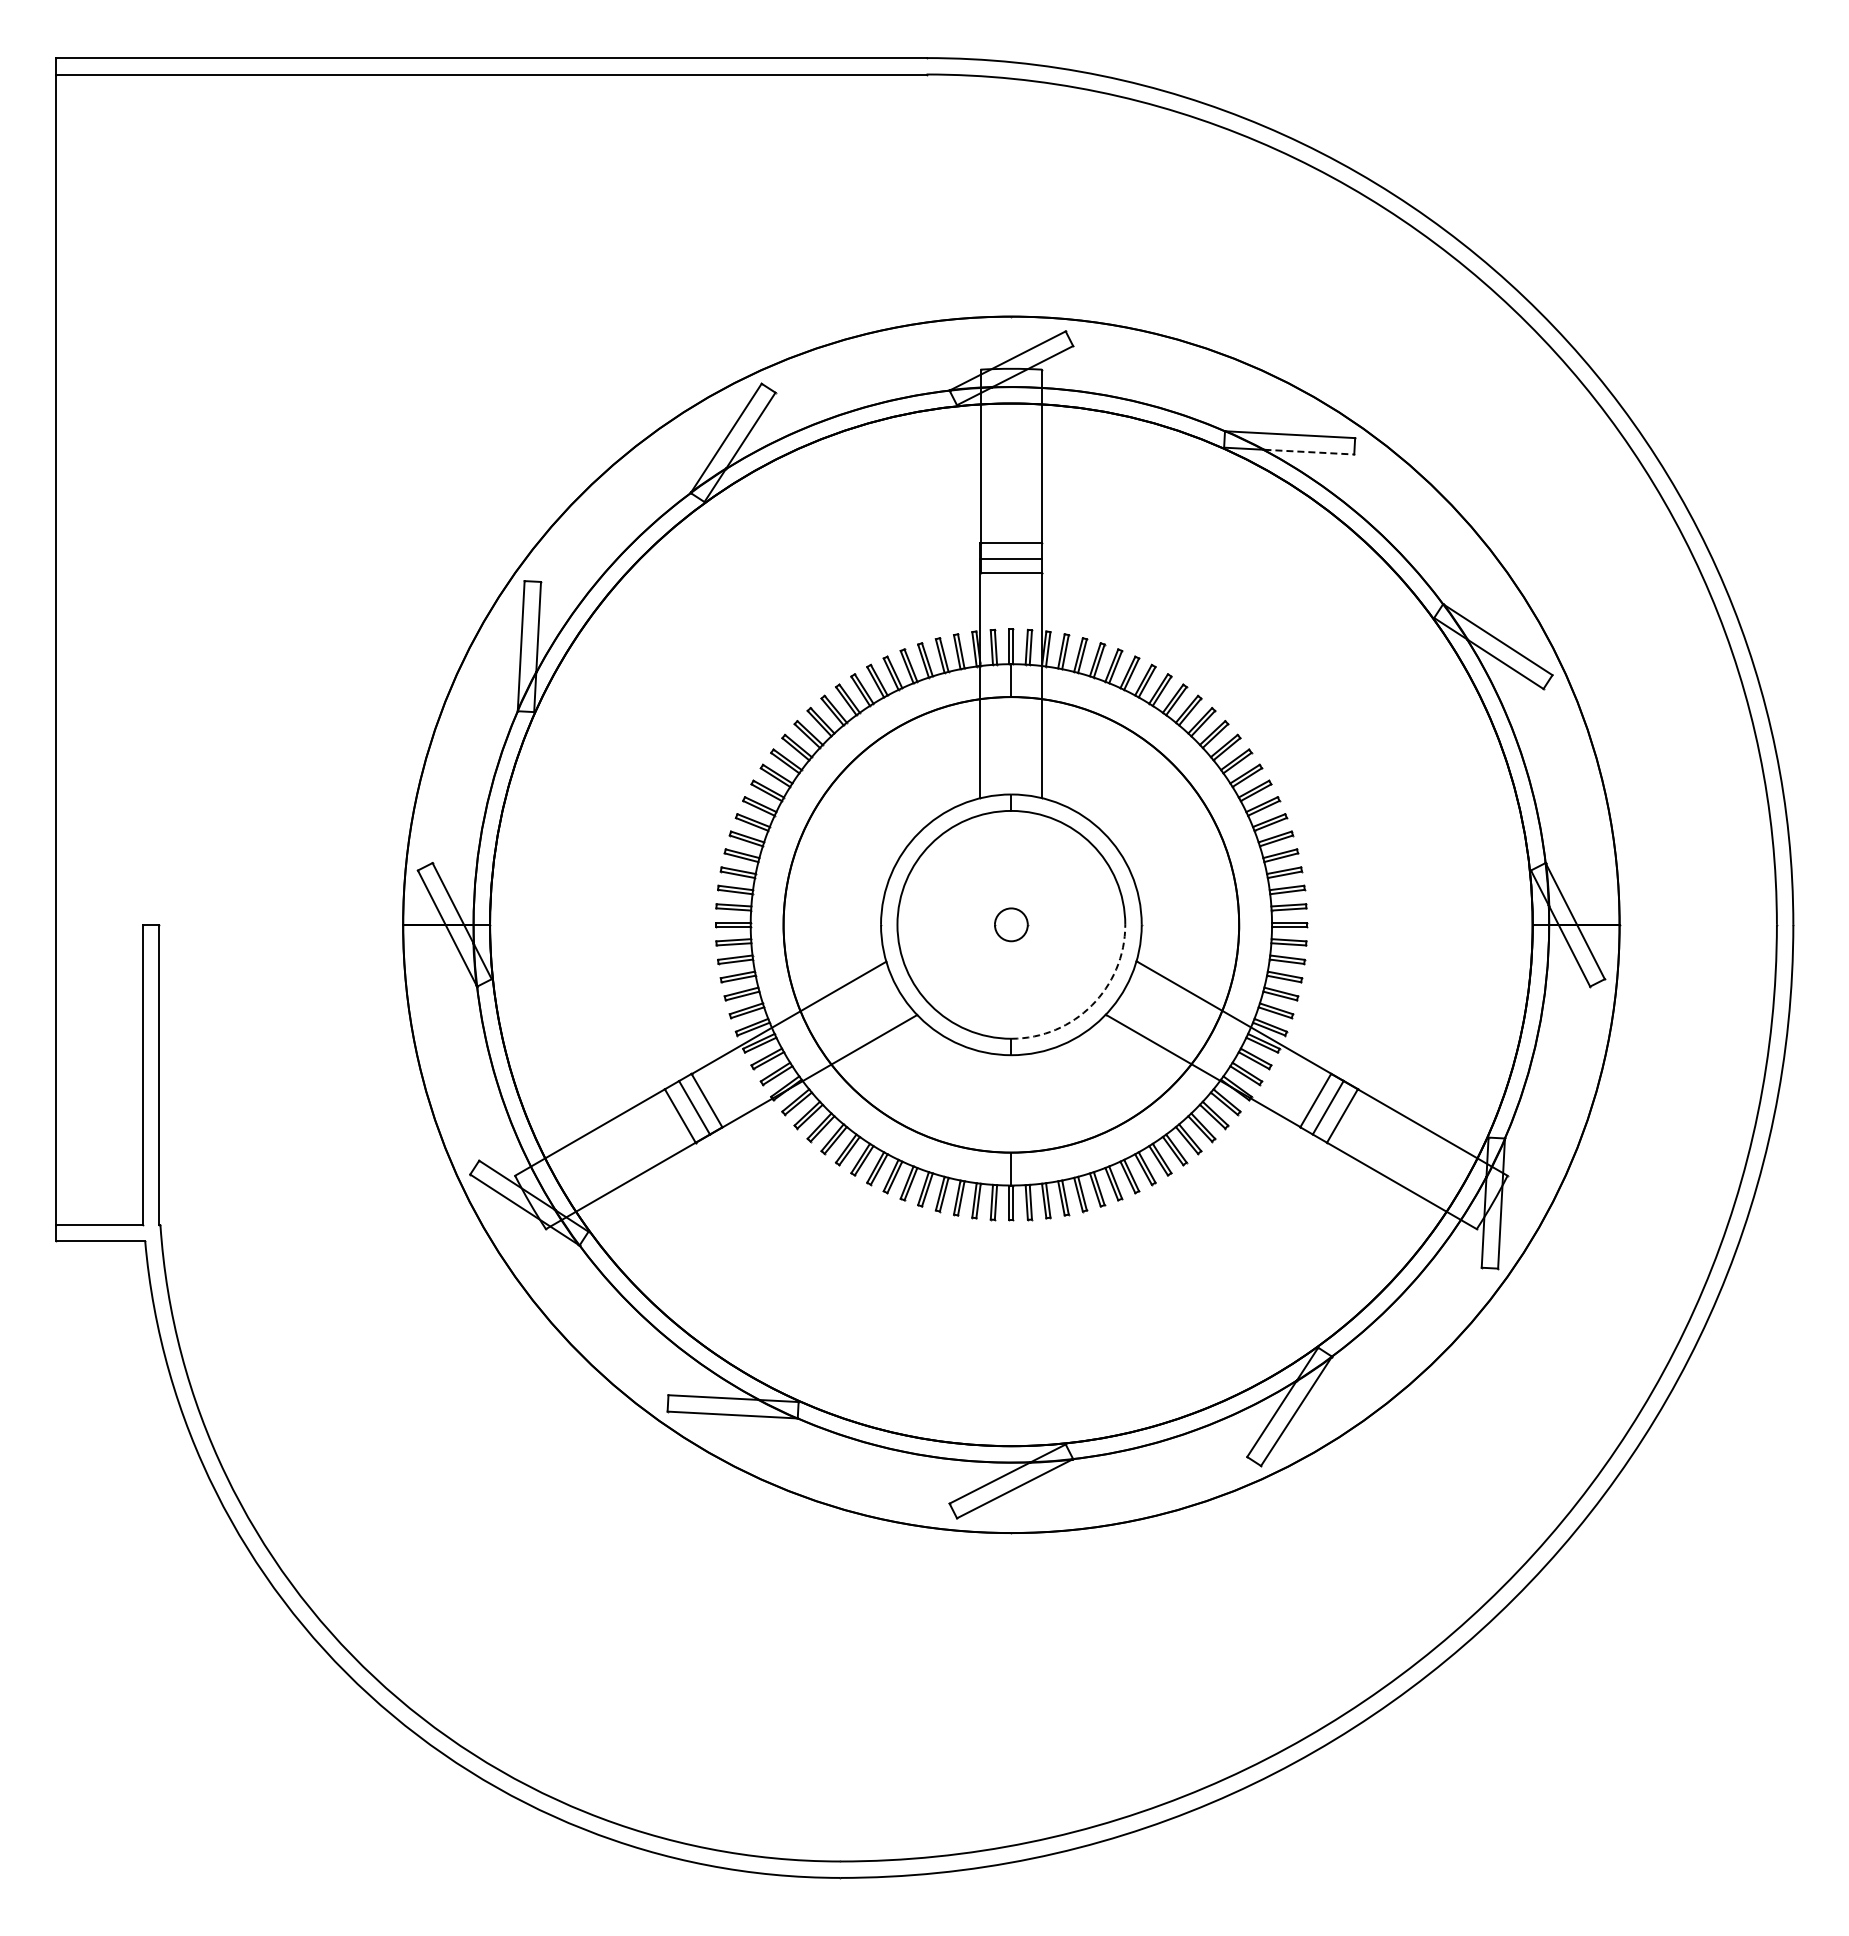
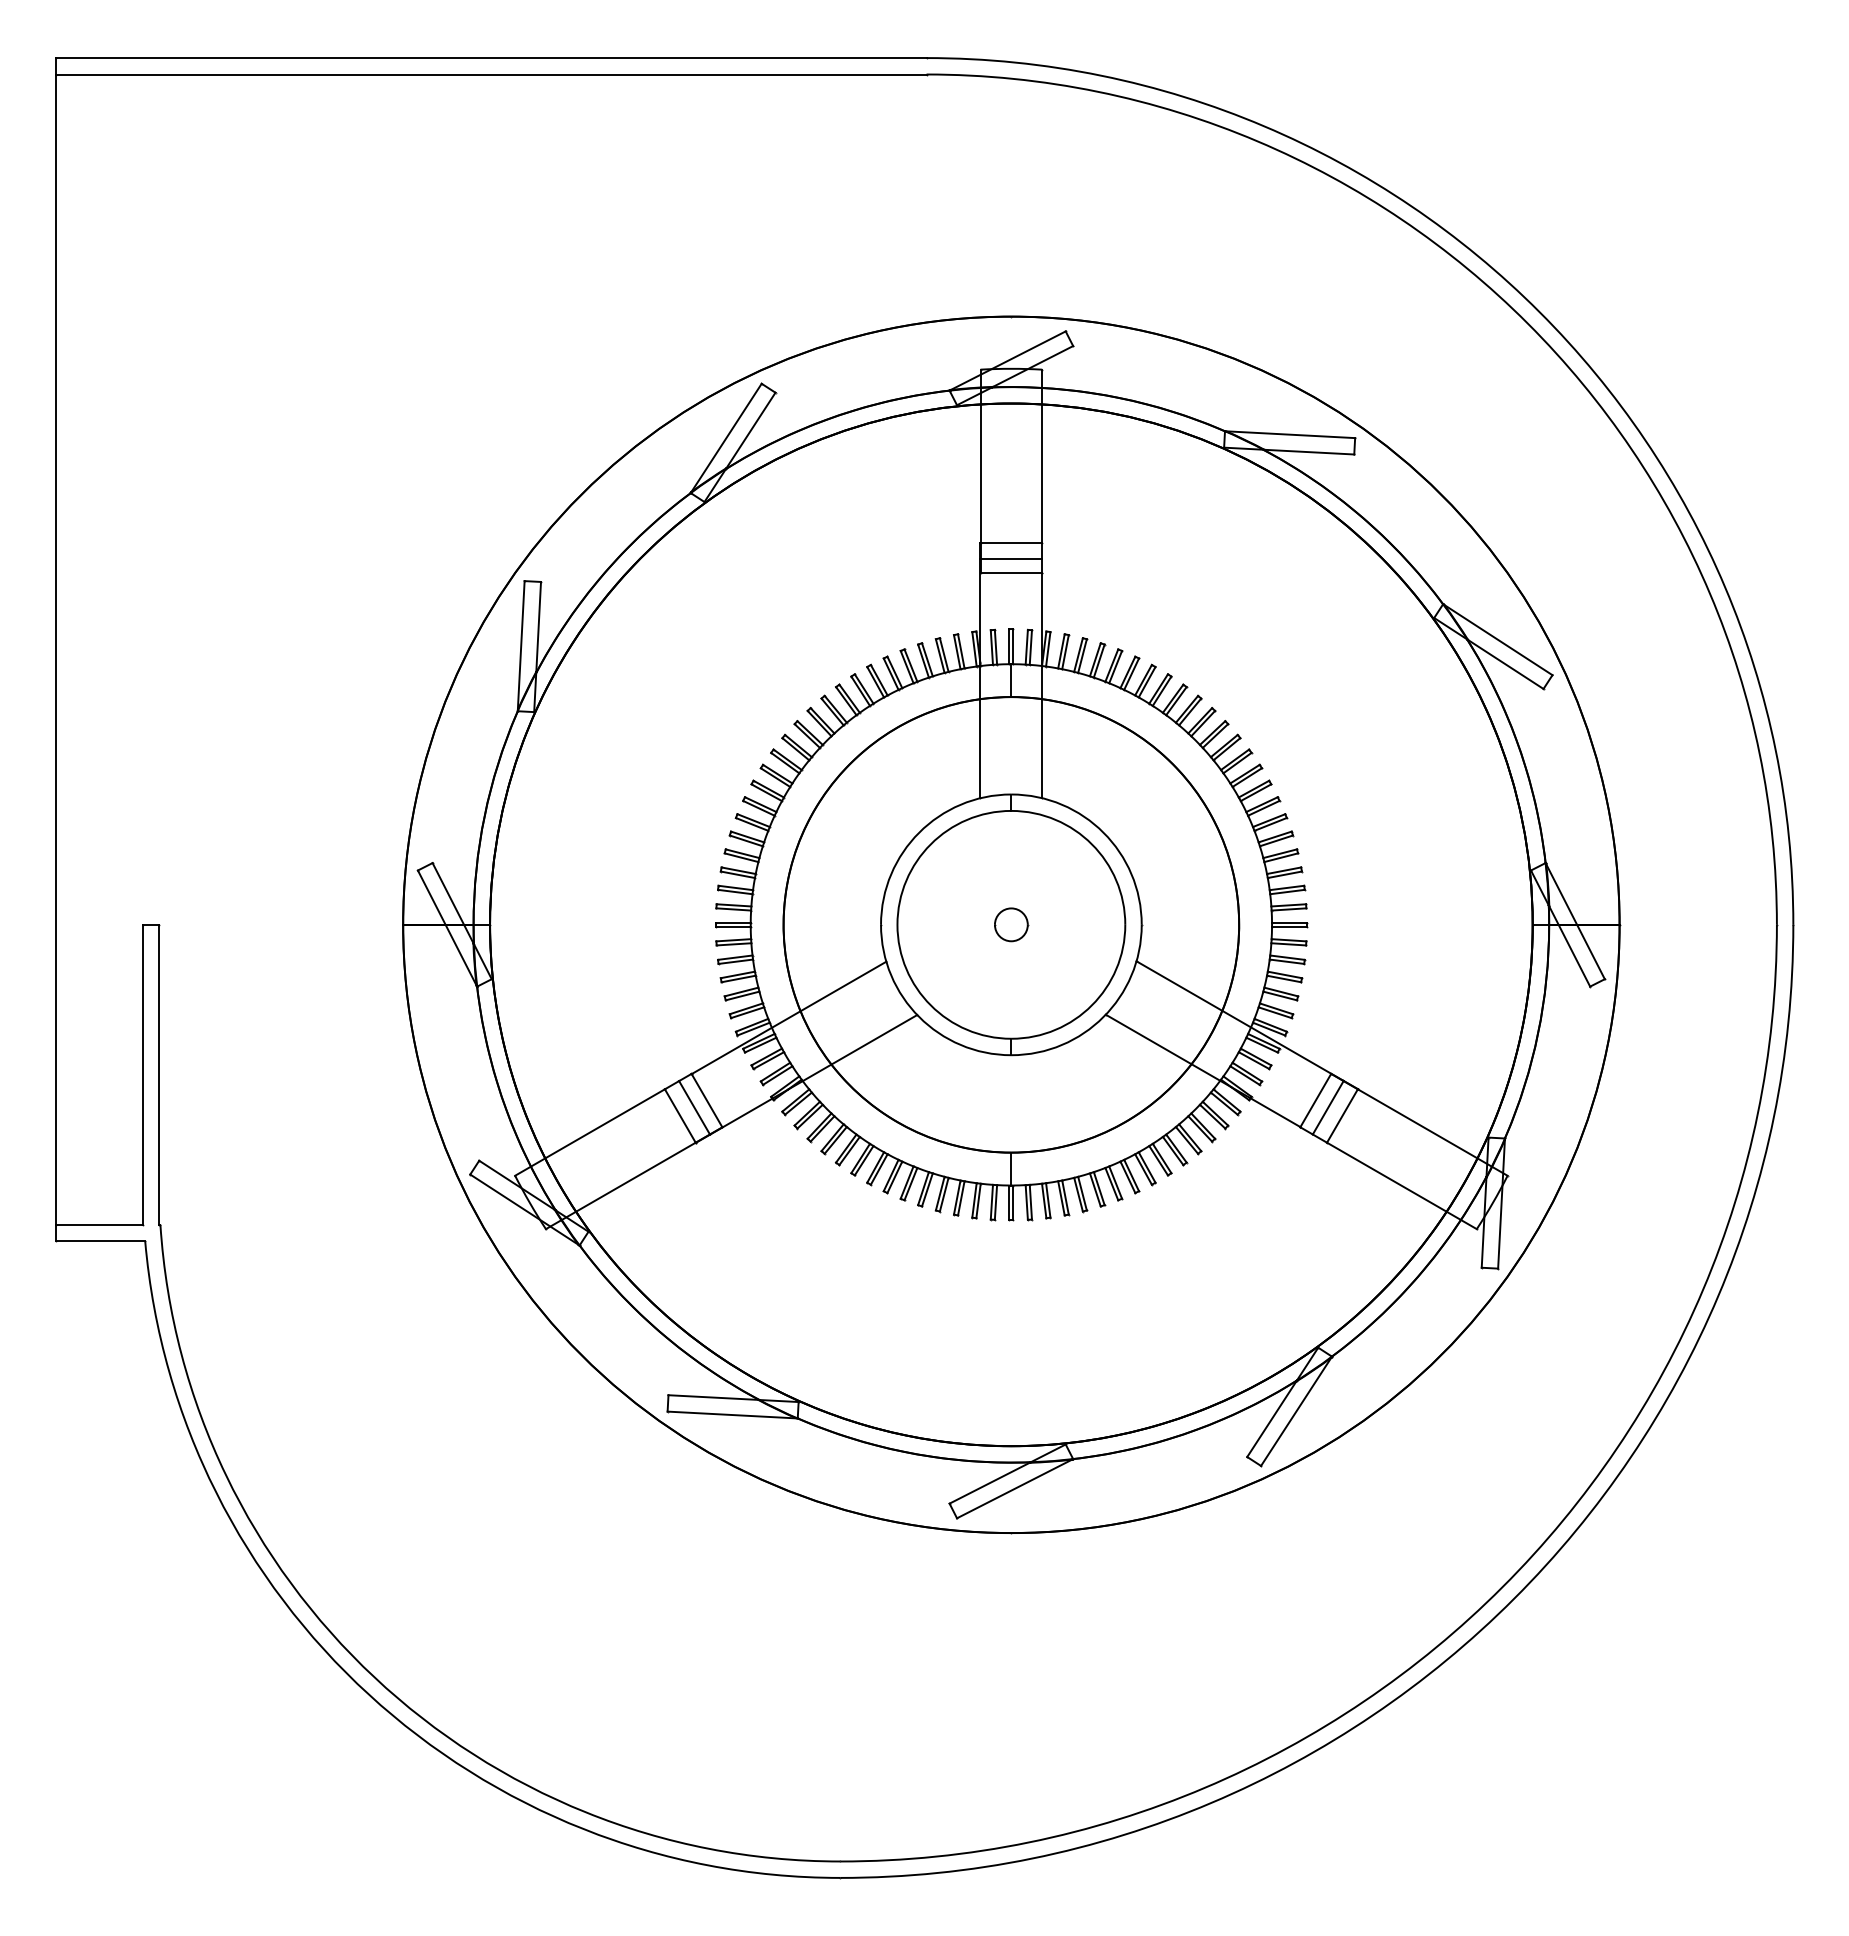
line at (1309, 452): dashed -> solid
arc at (1091, 1005): dashed -> solid
